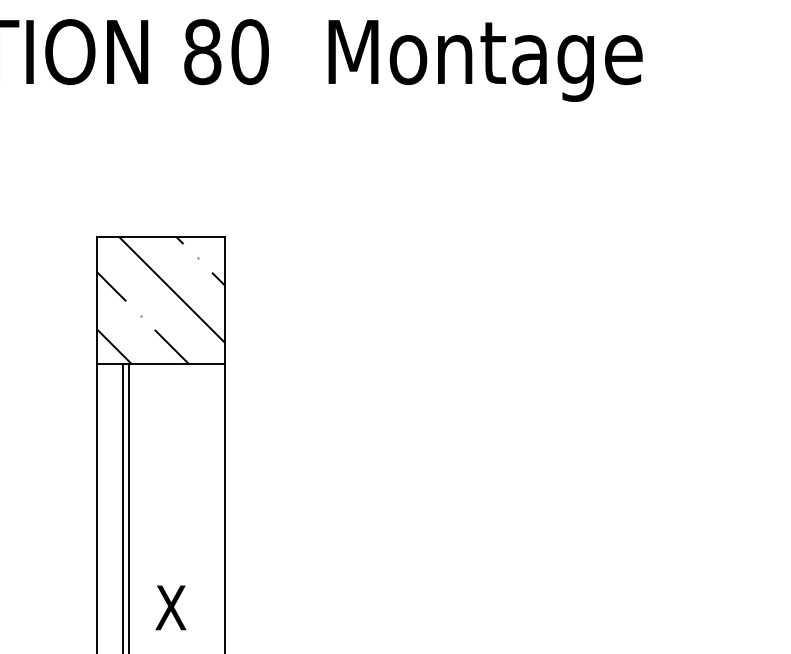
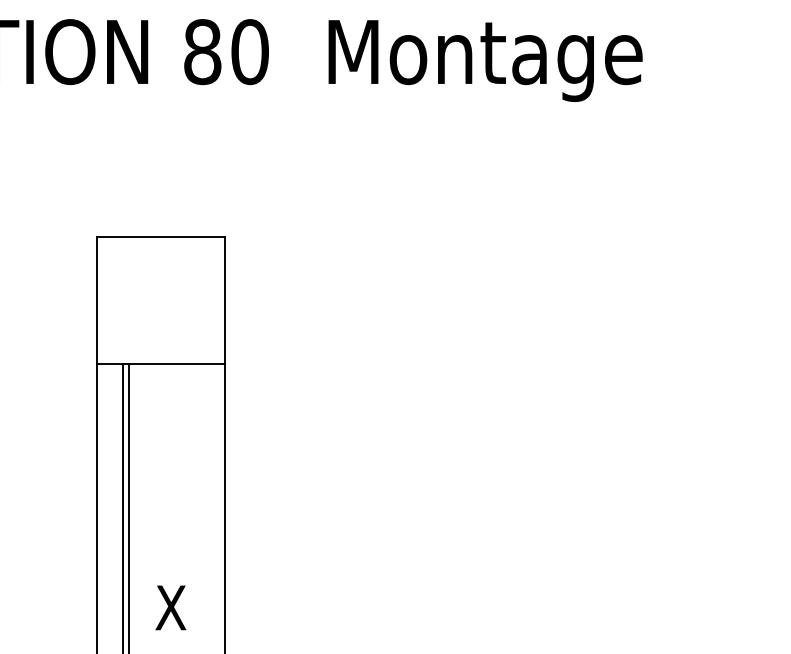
hatch at (160, 300): present -> none
